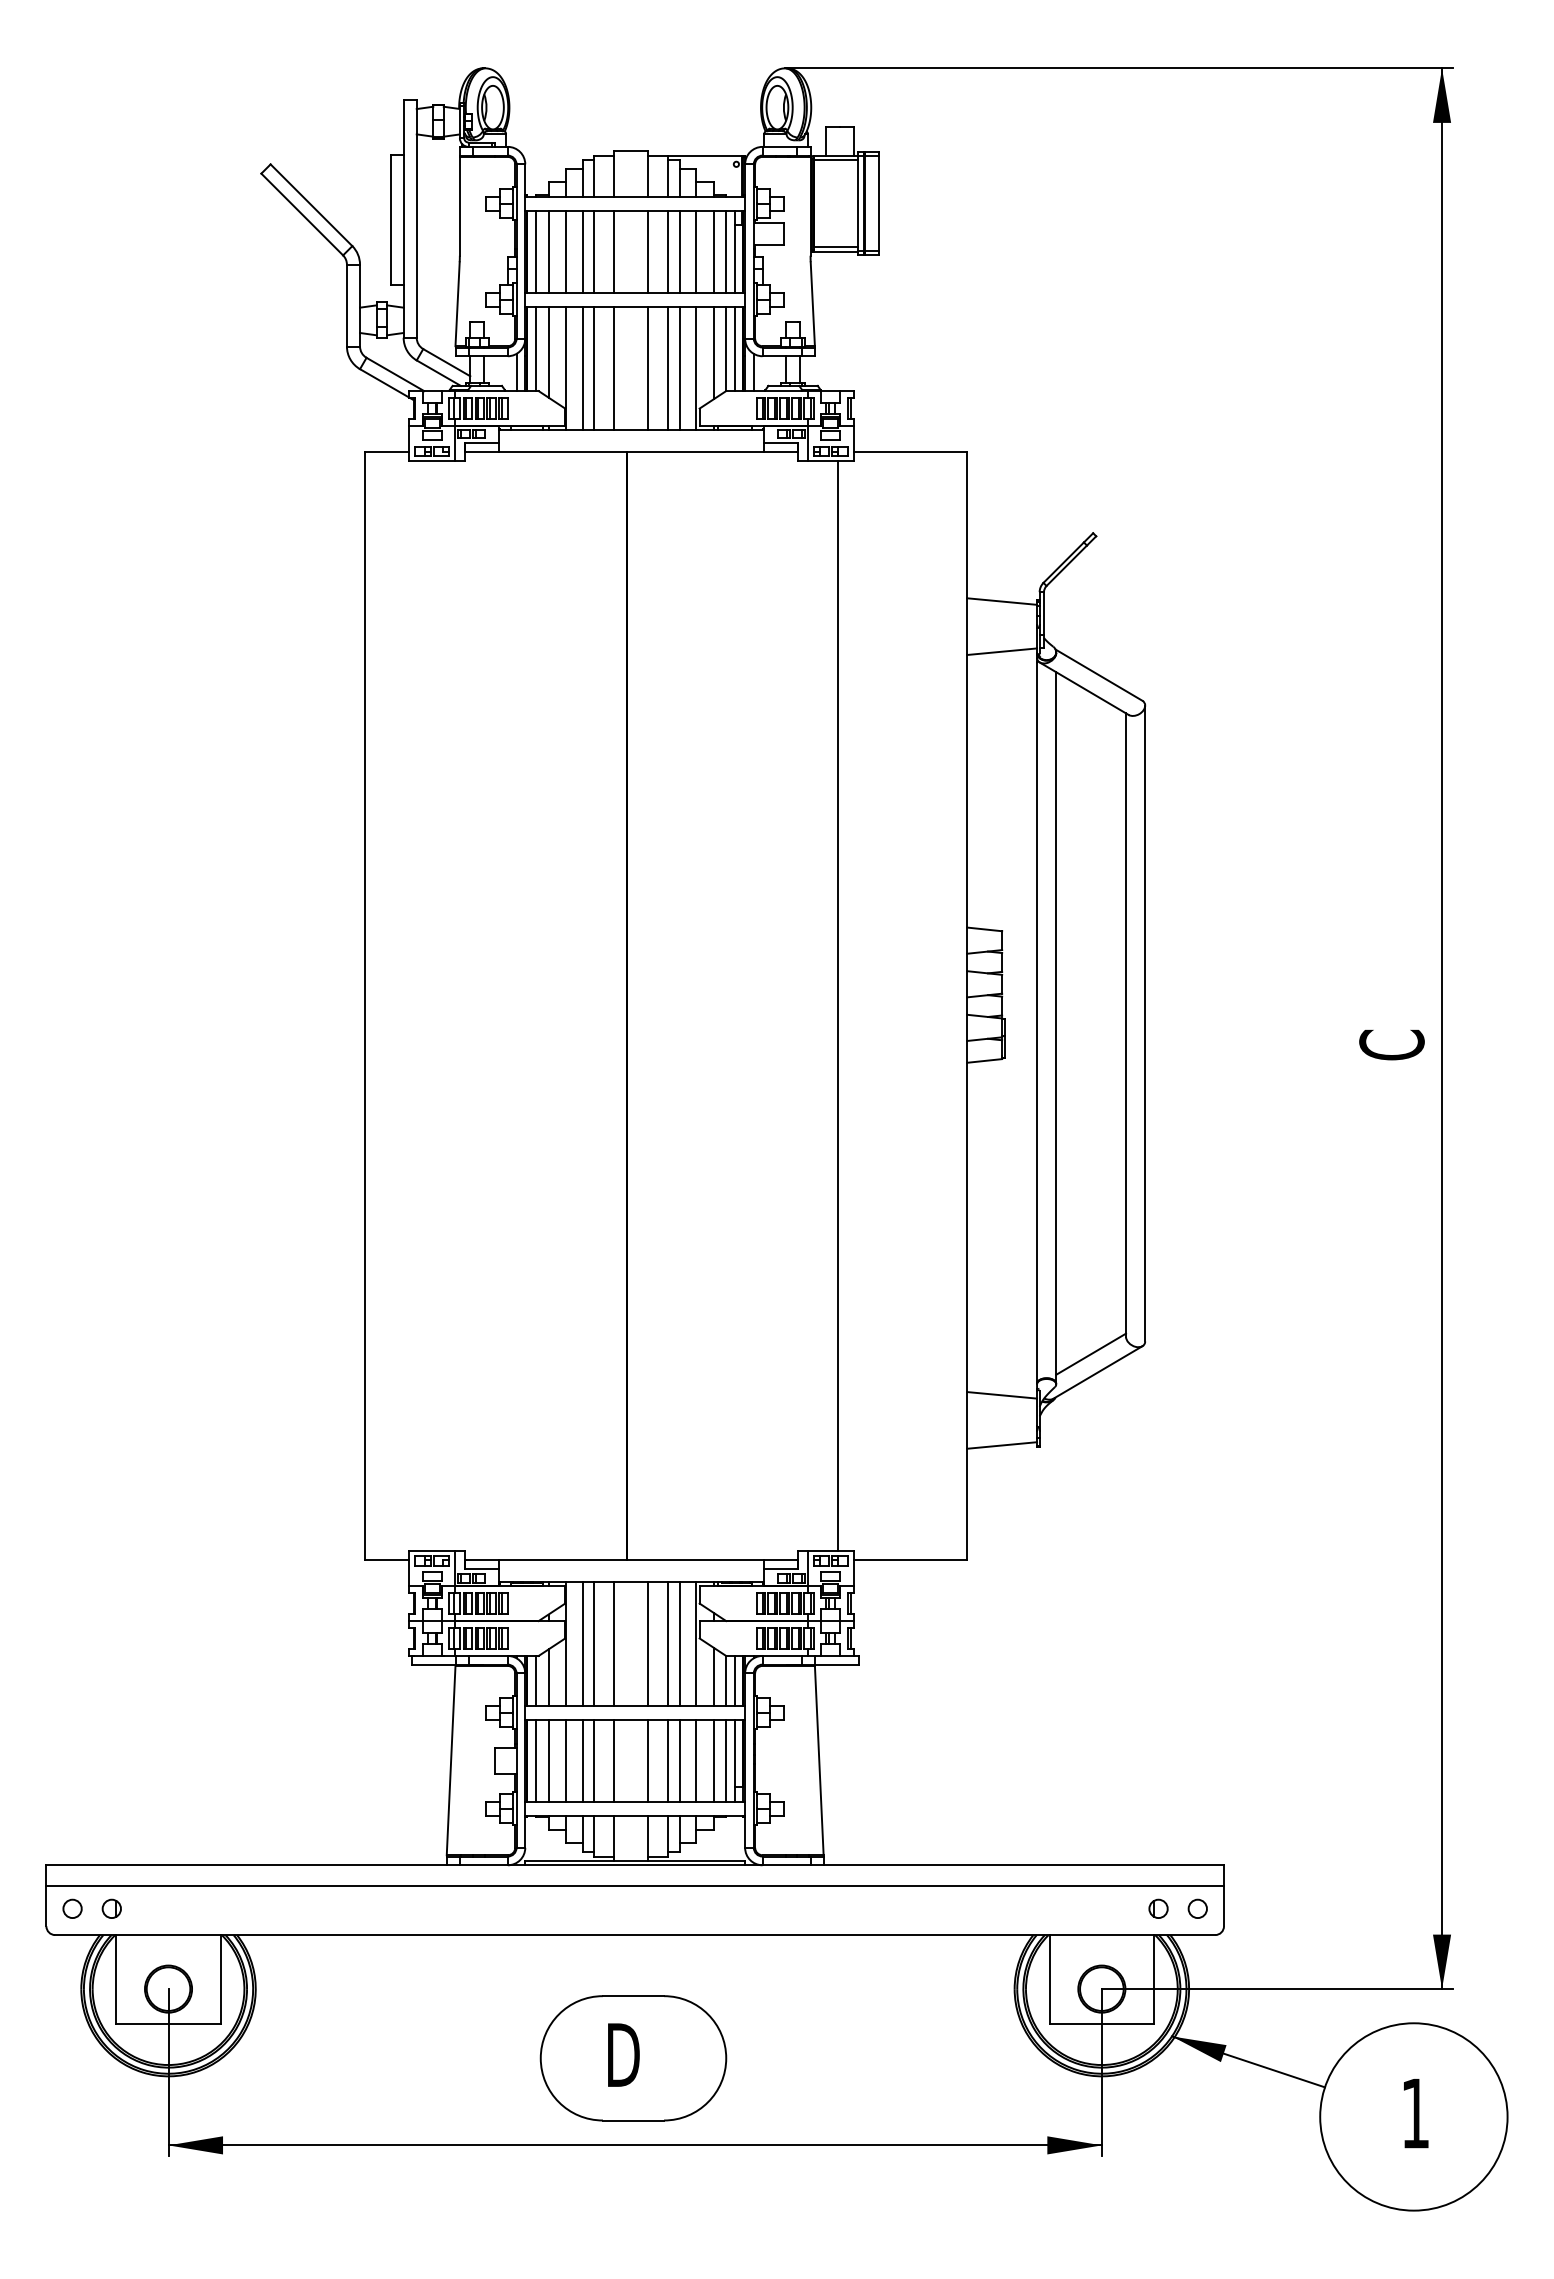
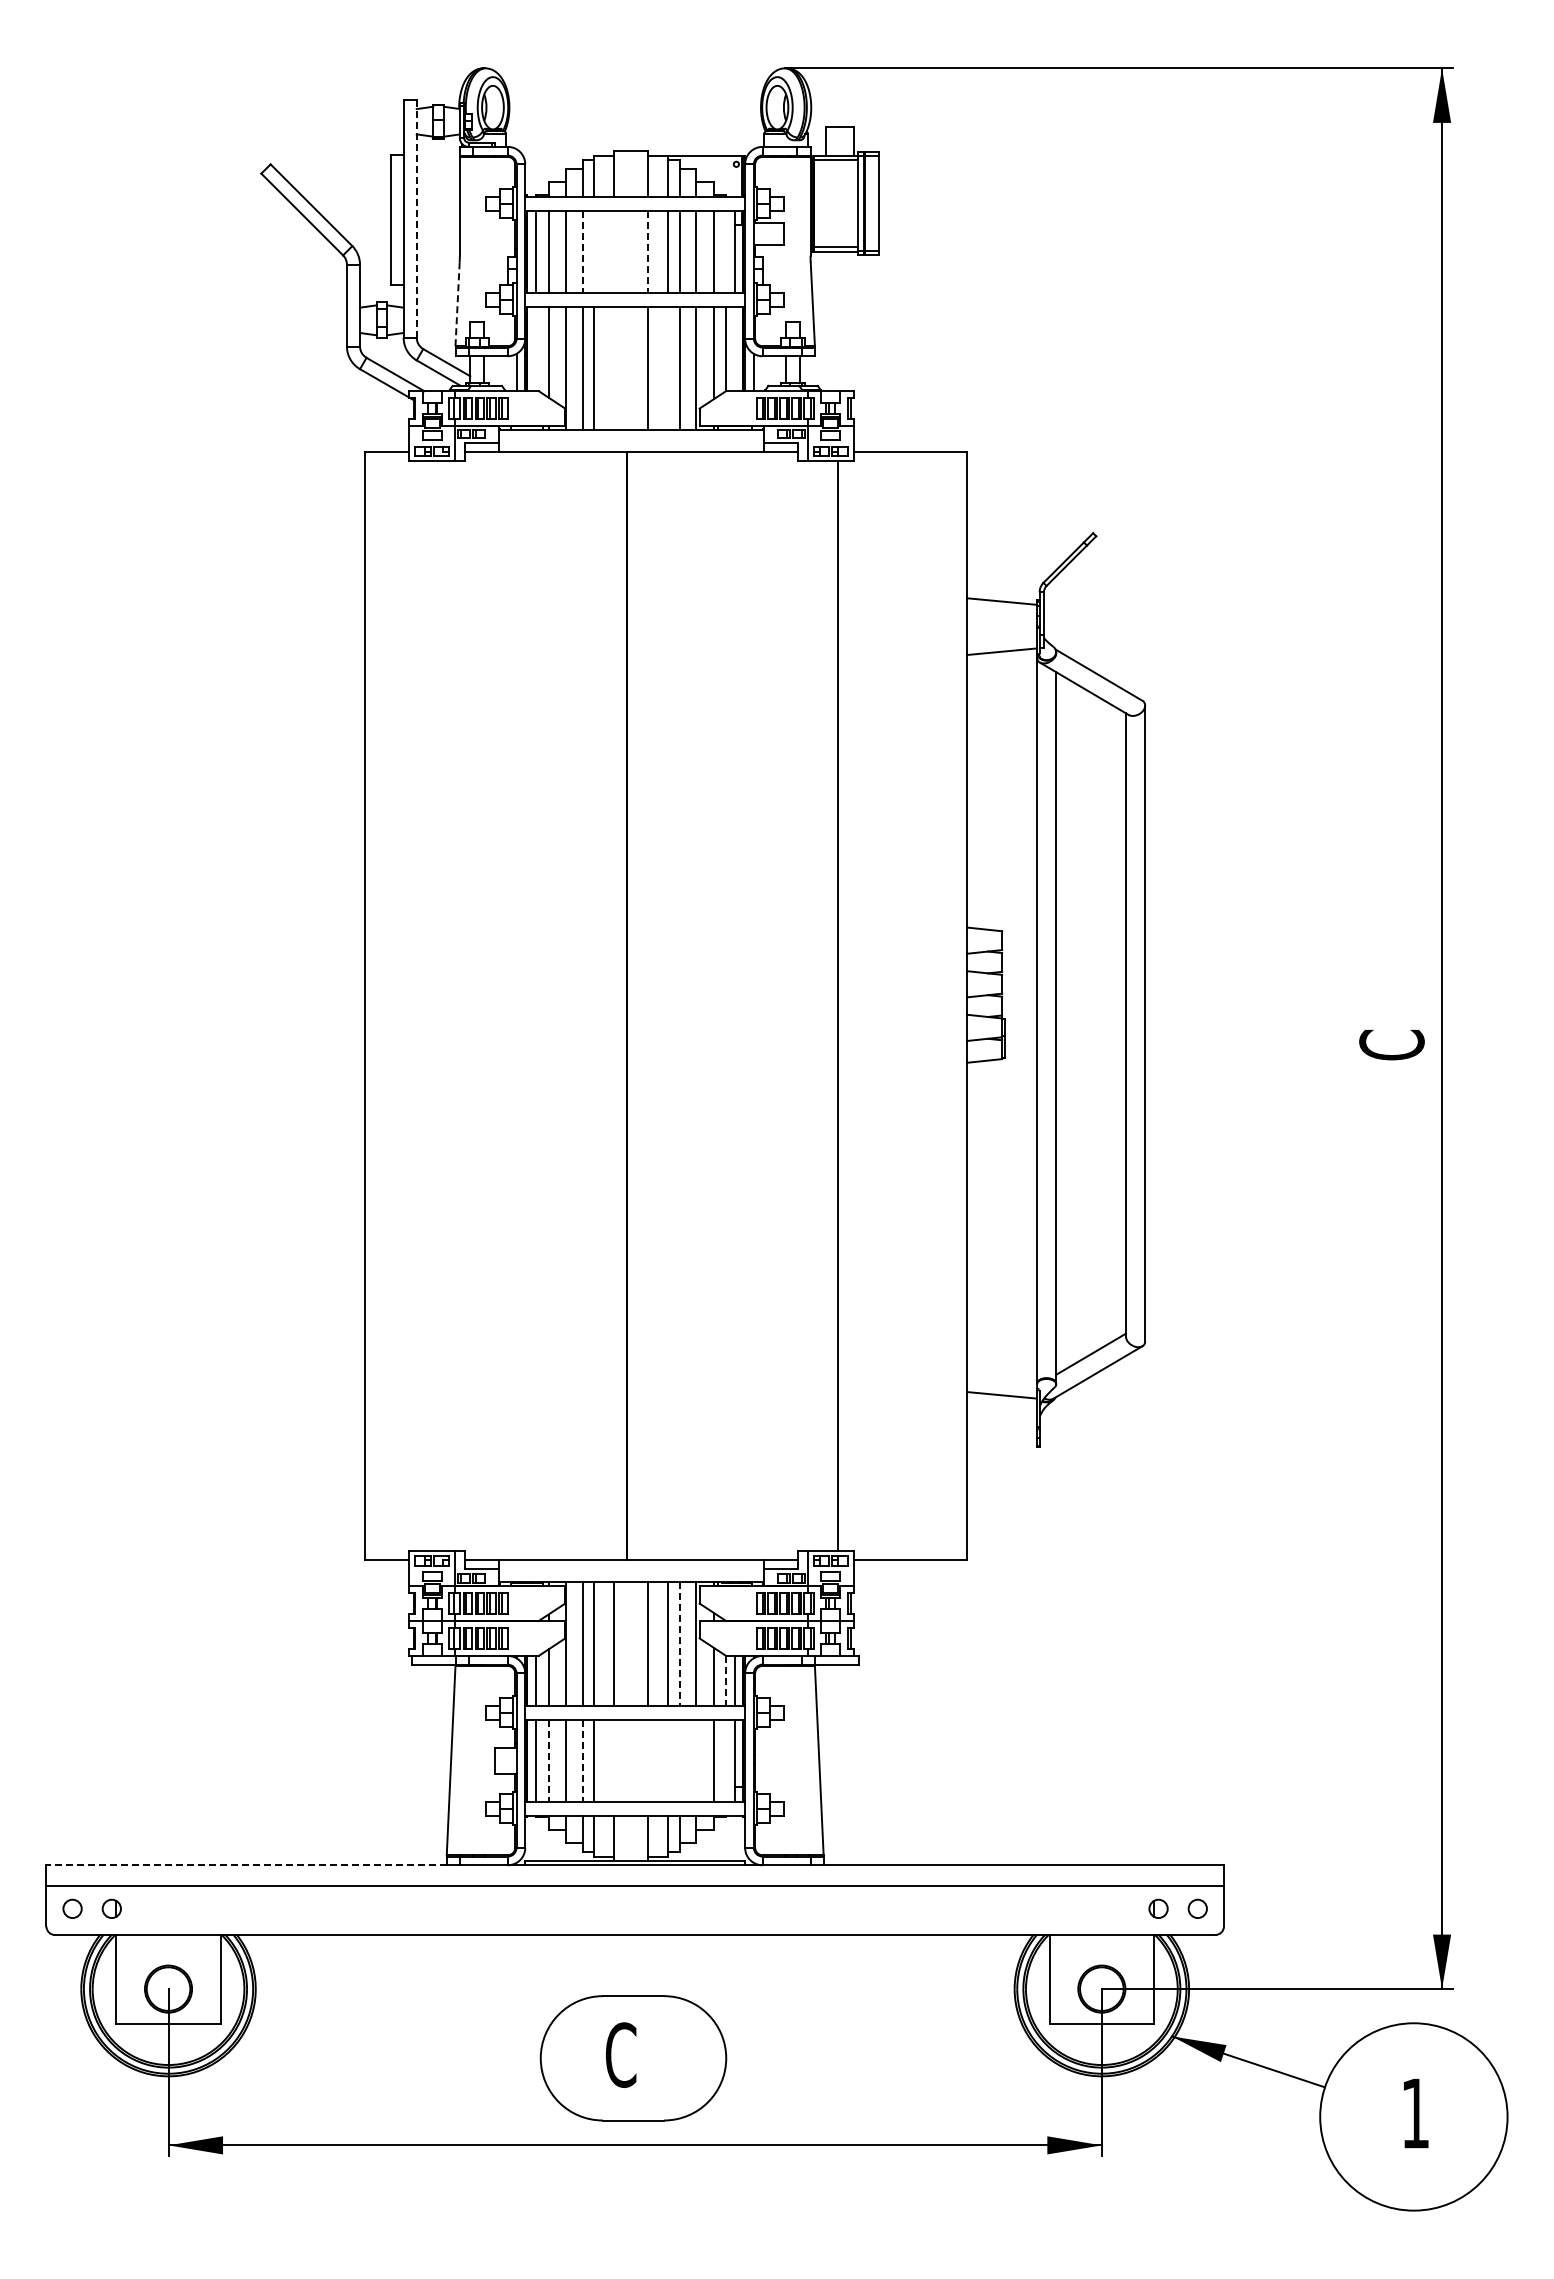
line at (416, 218): solid -> dashed
line at (582, 251): solid -> dashed
line at (594, 251): present -> none
line at (613, 251): present -> none
line at (648, 251): solid -> dashed
line at (726, 251): present -> none
line at (457, 303): solid -> dashed
line at (536, 348): present -> none
line at (735, 348): present -> none
line at (613, 368): present -> none
line at (667, 368): present -> none
line at (1002, 1445): present -> none
line at (679, 1643): solid -> dashed
line at (726, 1680): solid -> dashed
line at (548, 1760): solid -> dashed
line at (582, 1760): solid -> dashed
line at (613, 1760): present -> none
line at (648, 1760): present -> none
line at (667, 1760): present -> none
line at (679, 1760): present -> none
line at (696, 1760): present -> none
line at (726, 1760): present -> none
line at (246, 1865): solid -> dashed
text at (622, 2054): D -> C
